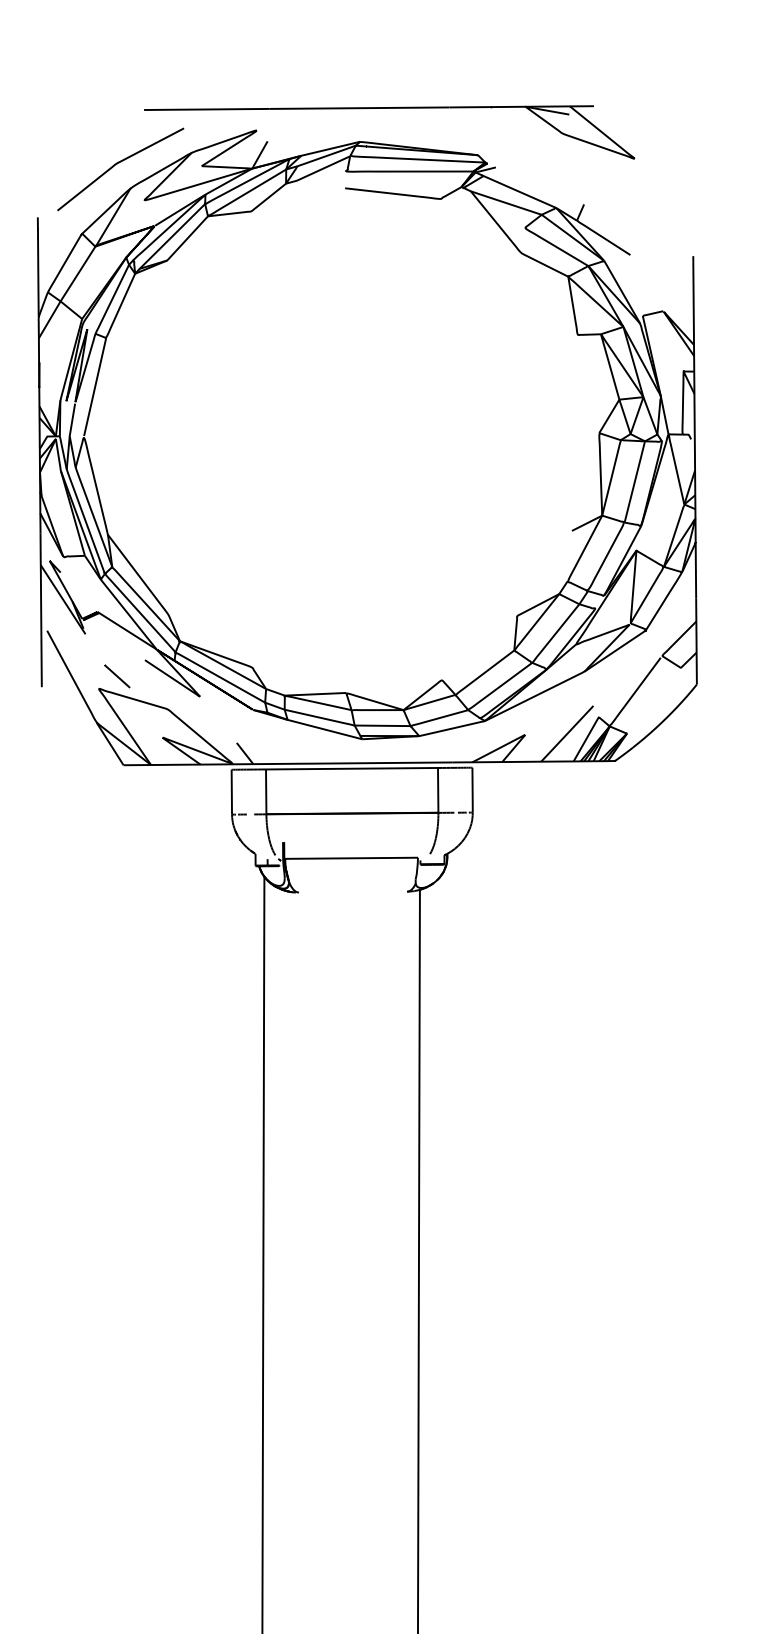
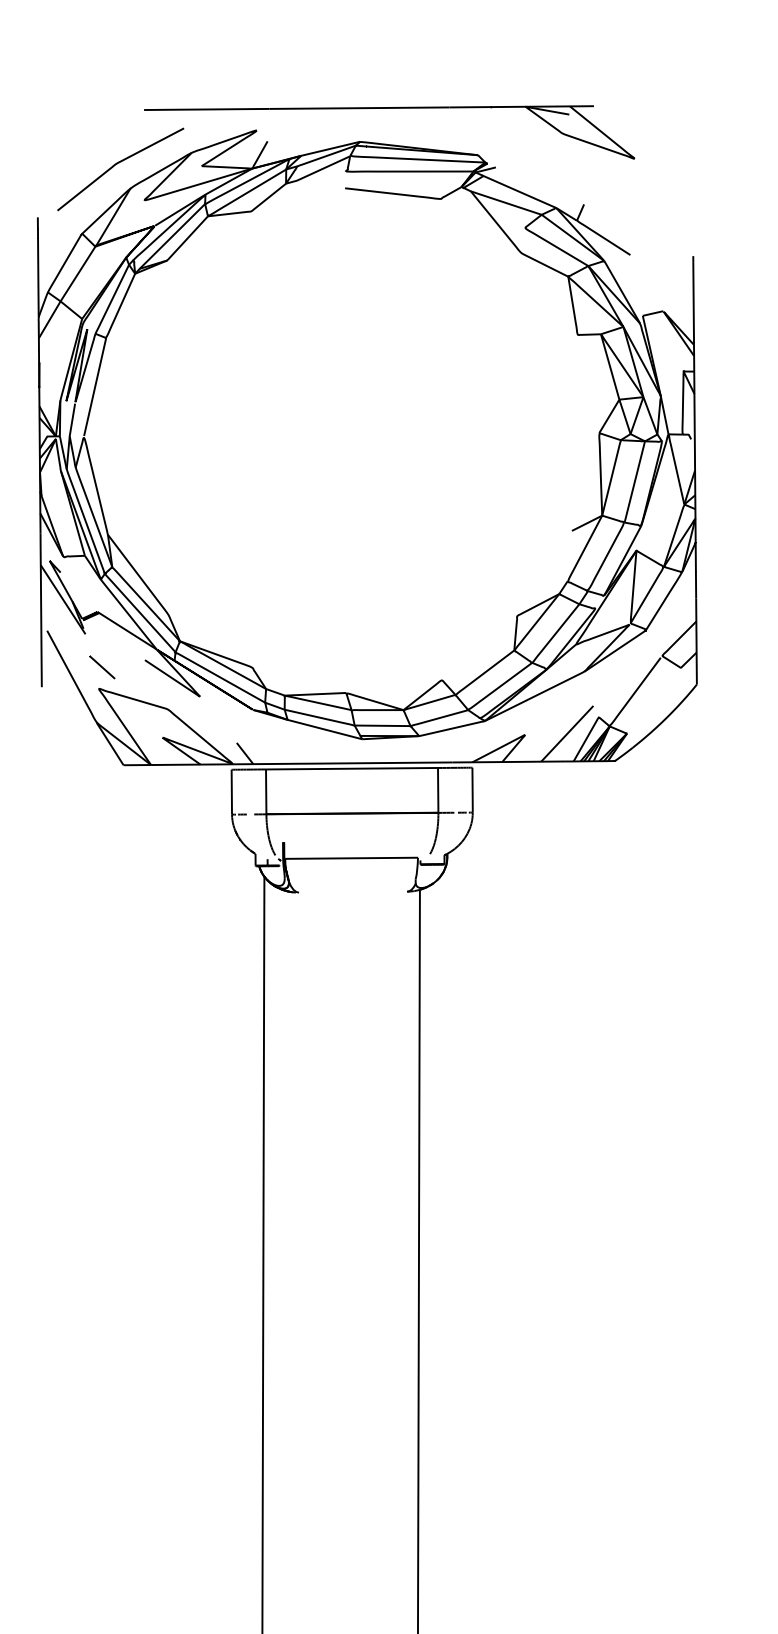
line at (117, 676) position: (117, 676) -> (102, 667)
